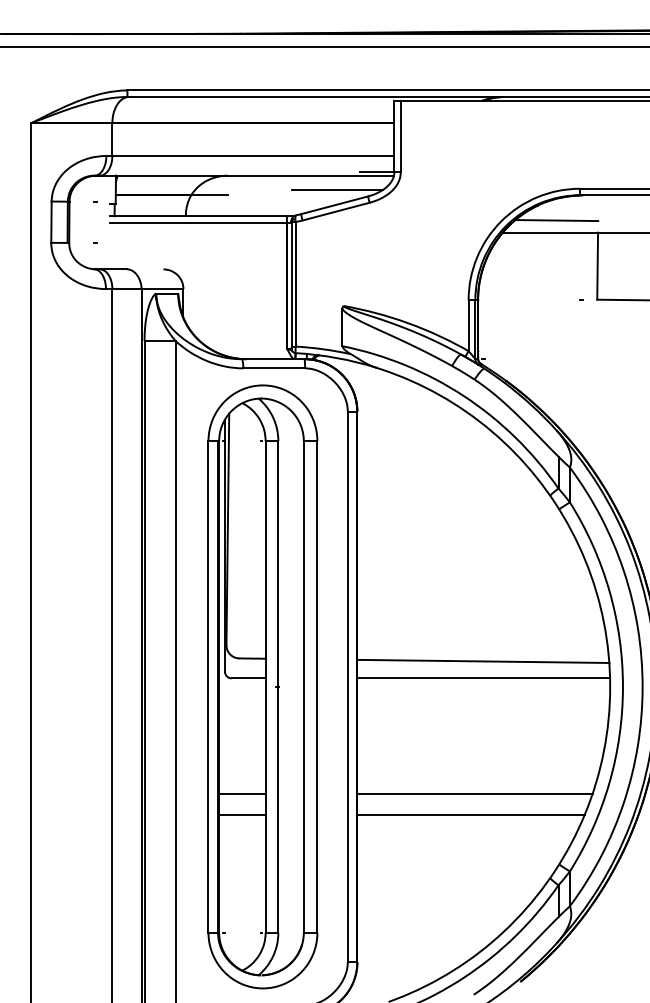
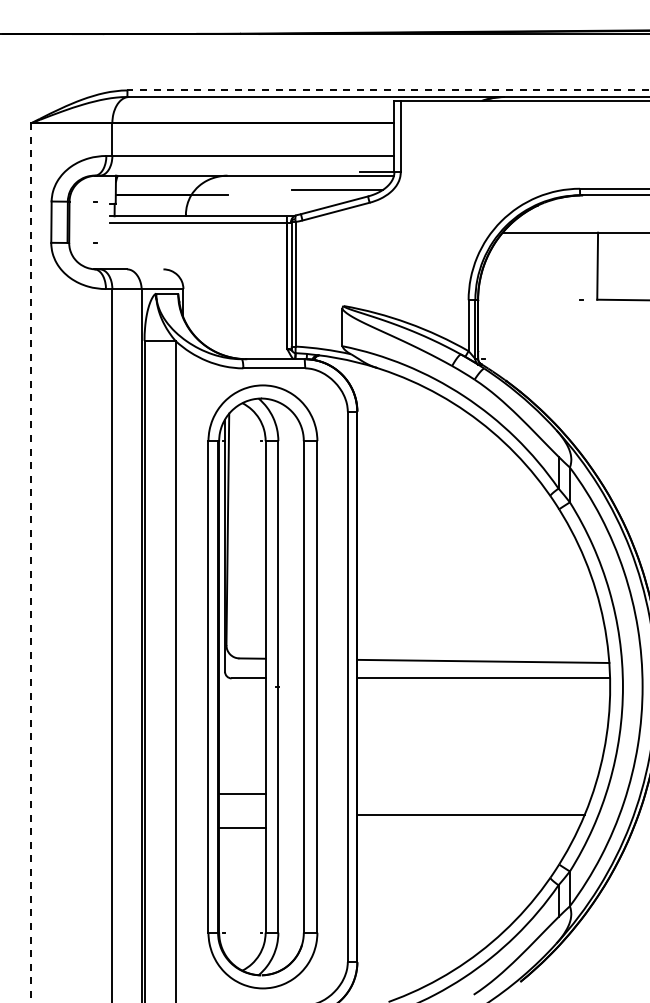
line at (324, 47): present -> none
line at (388, 90): solid -> dashed
line at (556, 220): present -> none
line at (31, 562): solid -> dashed
line at (474, 793): present -> none
line at (242, 815) position: (242, 815) -> (242, 828)
